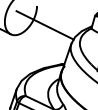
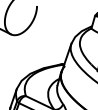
line at (44, 25): present -> none
